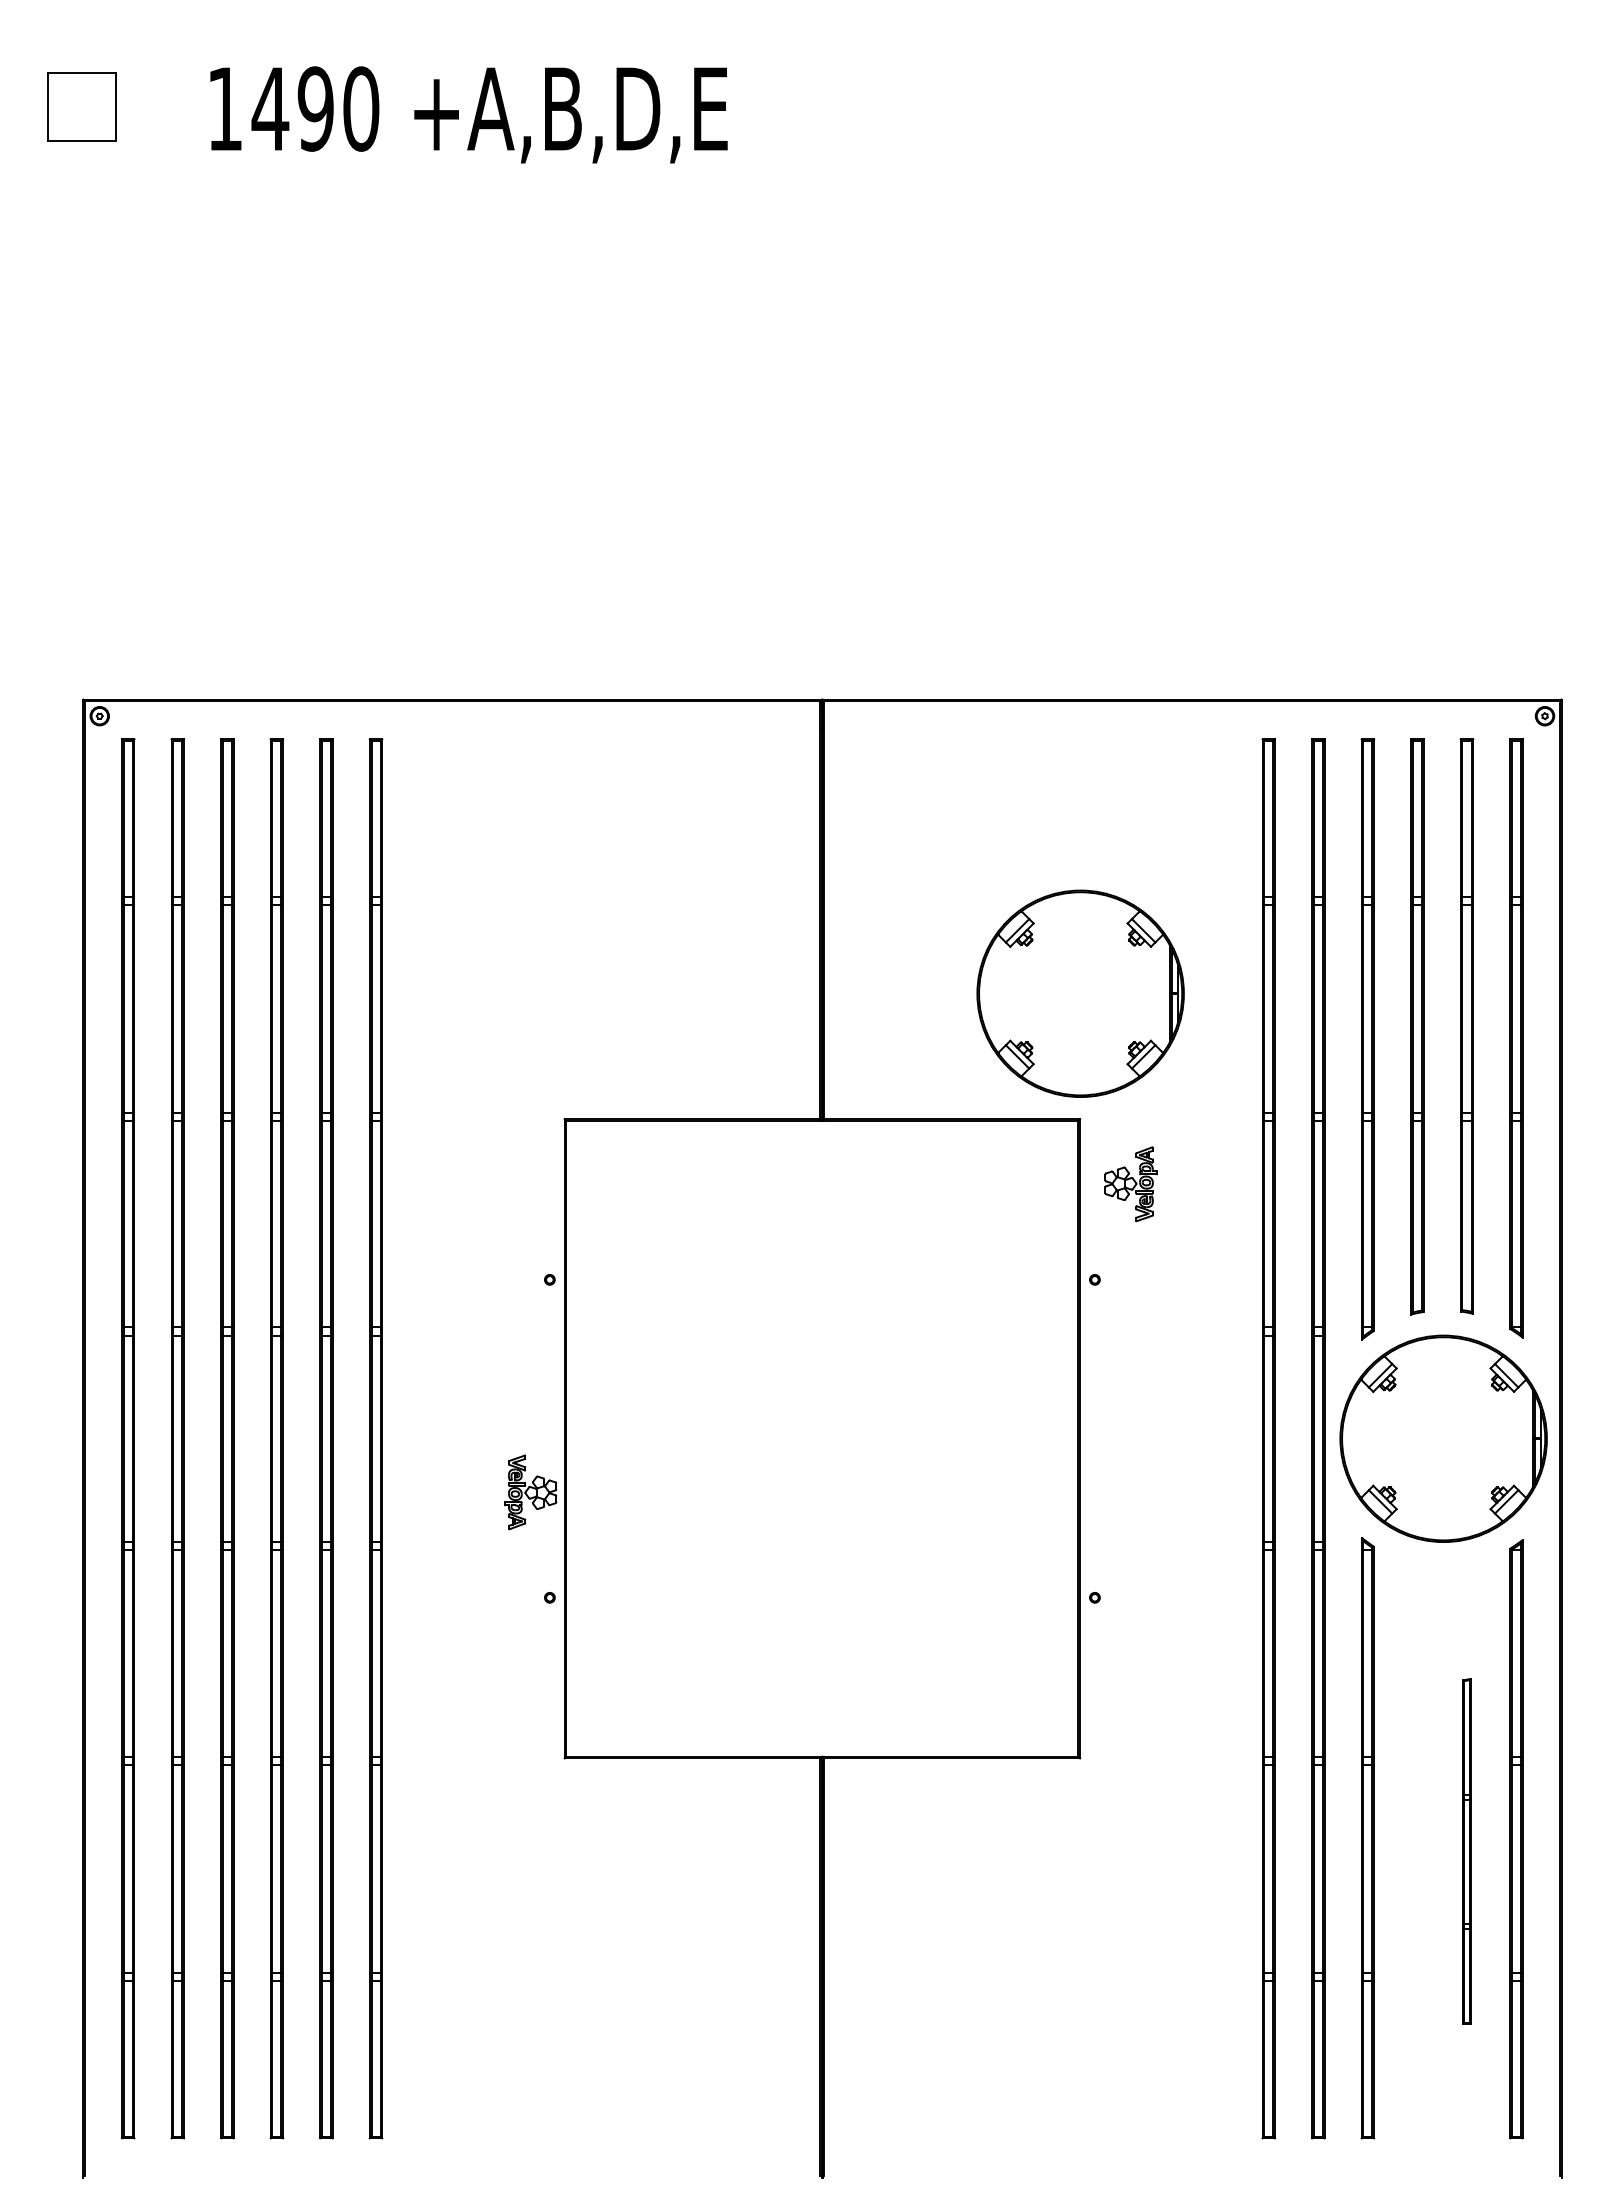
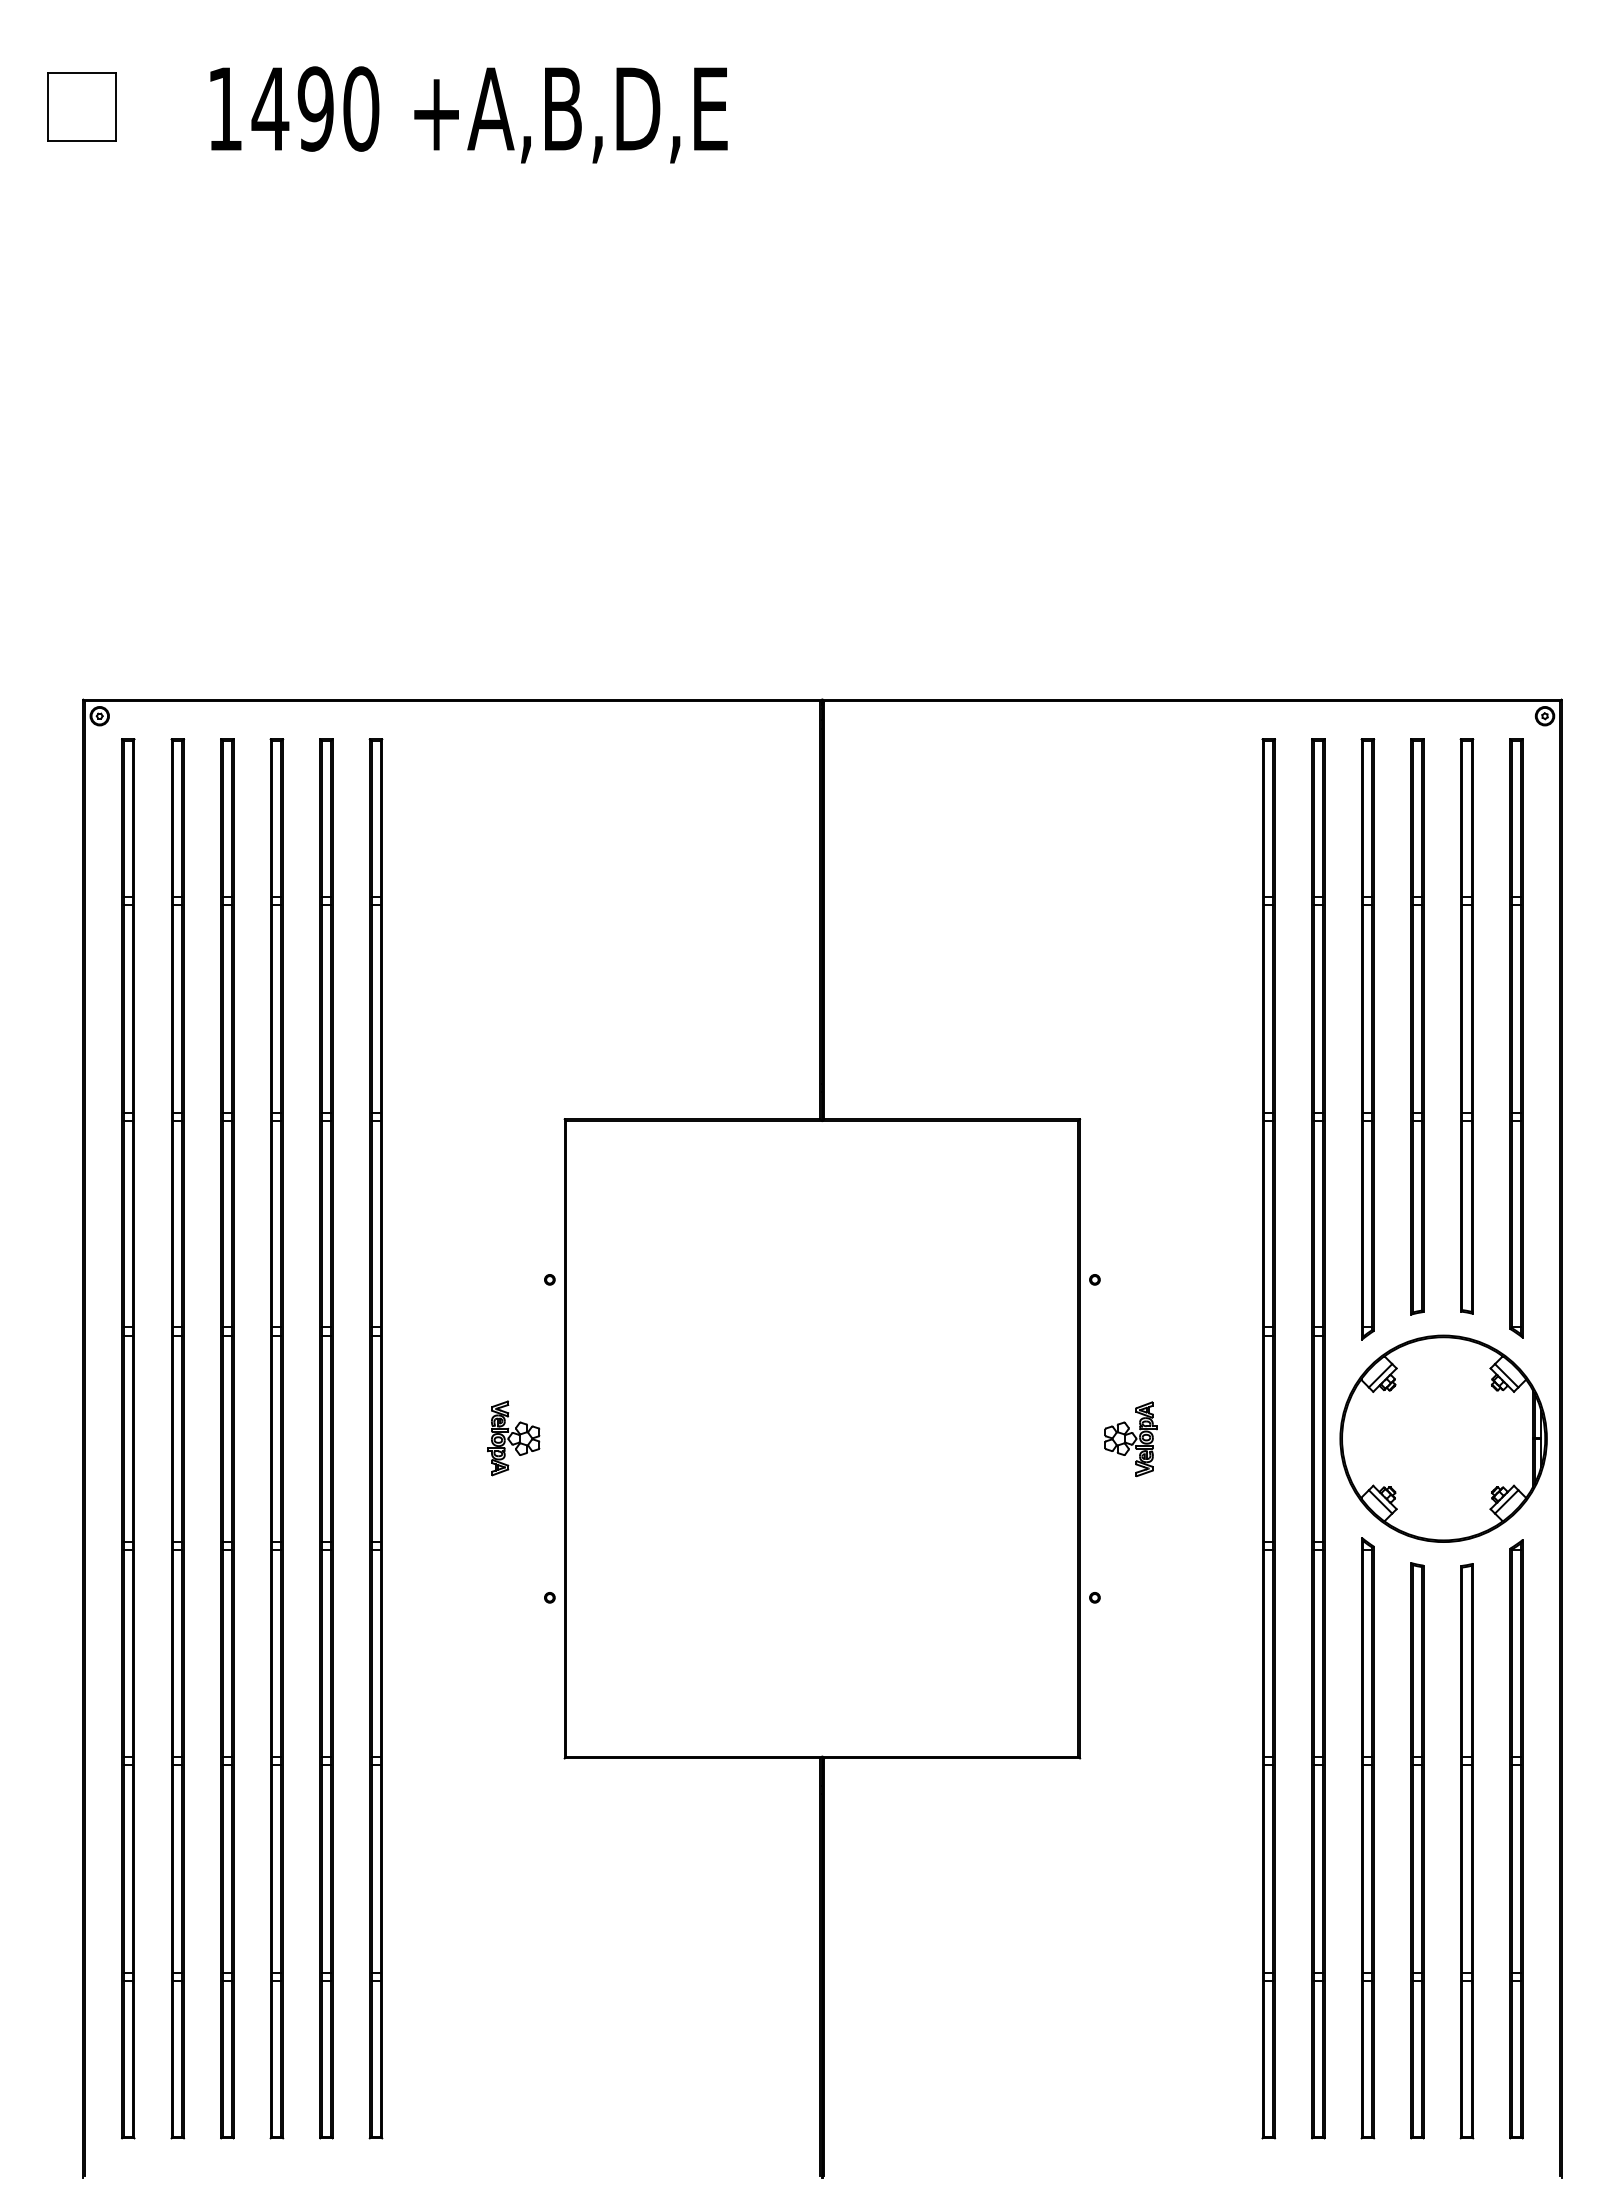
part at (1080, 993): present -> none
part at (1130, 1184) position: (1130, 1184) -> (1130, 1439)
part at (530, 1492) position: (530, 1492) -> (513, 1438)
part at (1417, 1850): none -> present
part at (1466, 1851) size: 10x347 px -> 16x577 px
